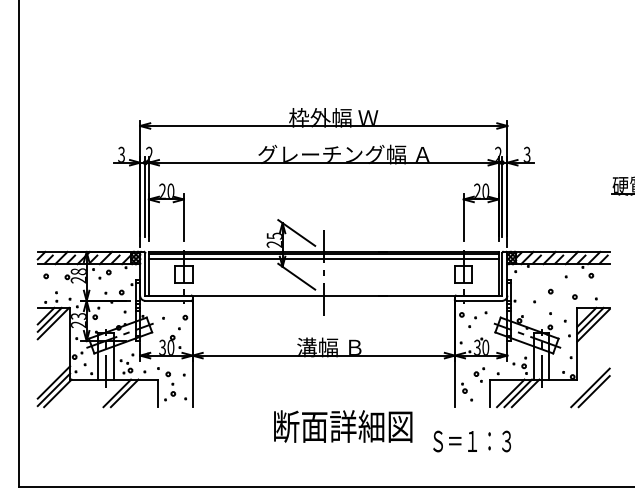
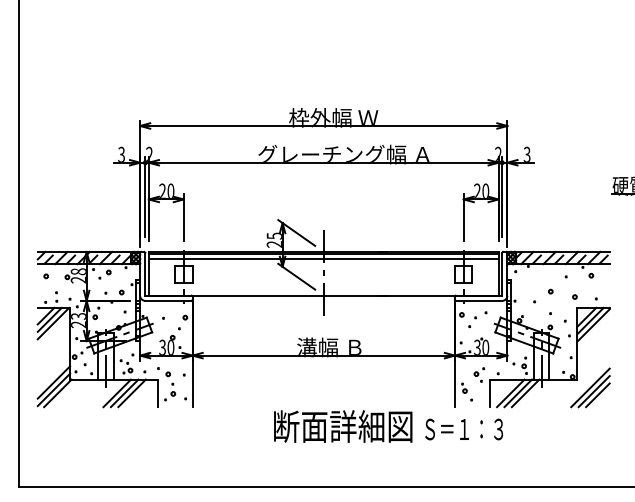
line at (131, 393): none -> present
line at (597, 395): none -> present
text at (471, 441) position: (471, 441) -> (463, 429)
